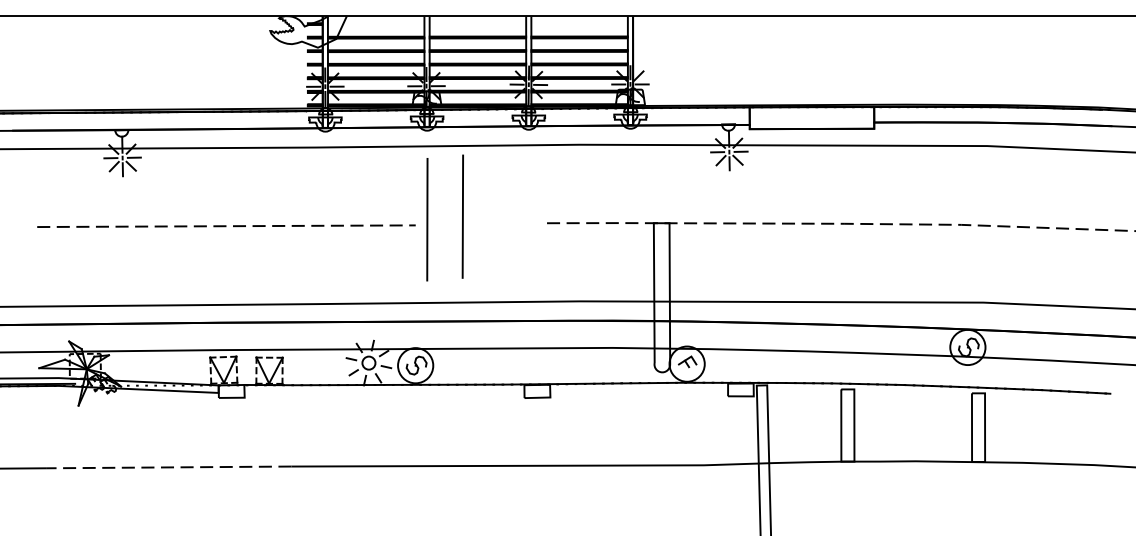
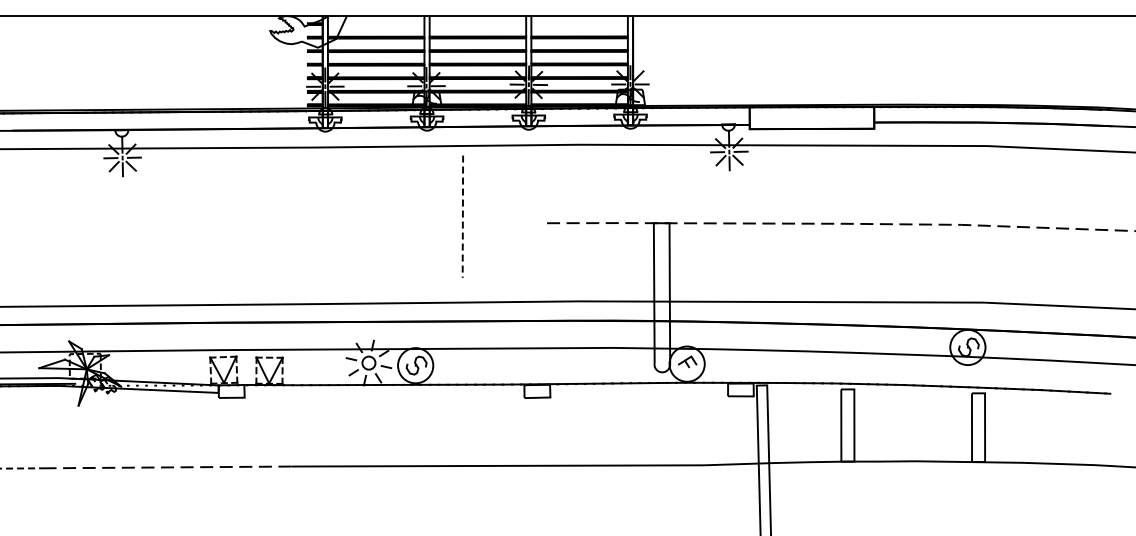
line at (462, 217): solid -> dashed
line at (427, 219): present -> none
line at (226, 225): present -> none
line at (23, 468): solid -> dashed
